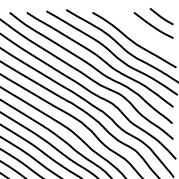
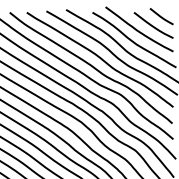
curve at (139, 30): none -> present
